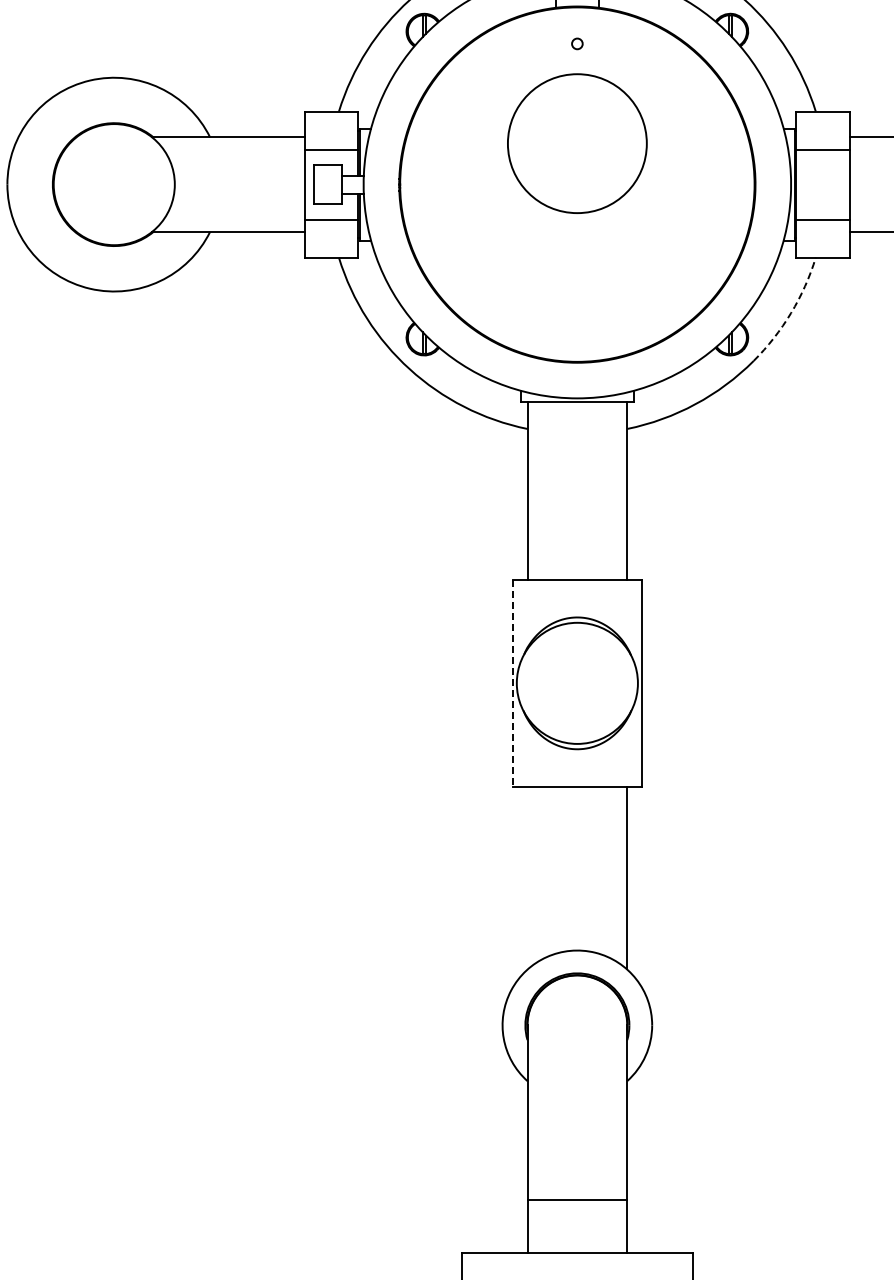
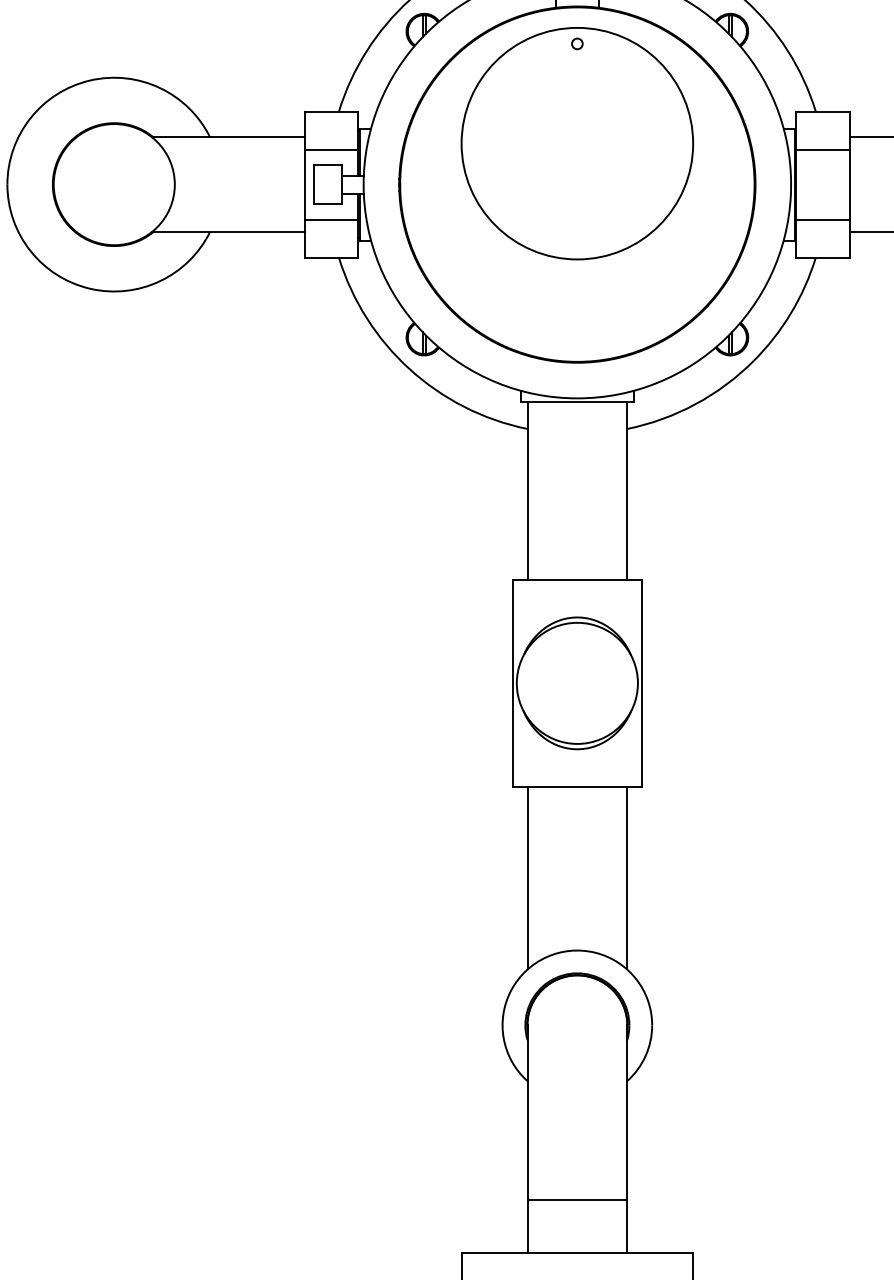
circle at (576, 143) diameter: 139 px -> 232 px
arc at (791, 313): dashed -> solid
line at (513, 683): dashed -> solid
line at (527, 877): none -> present
